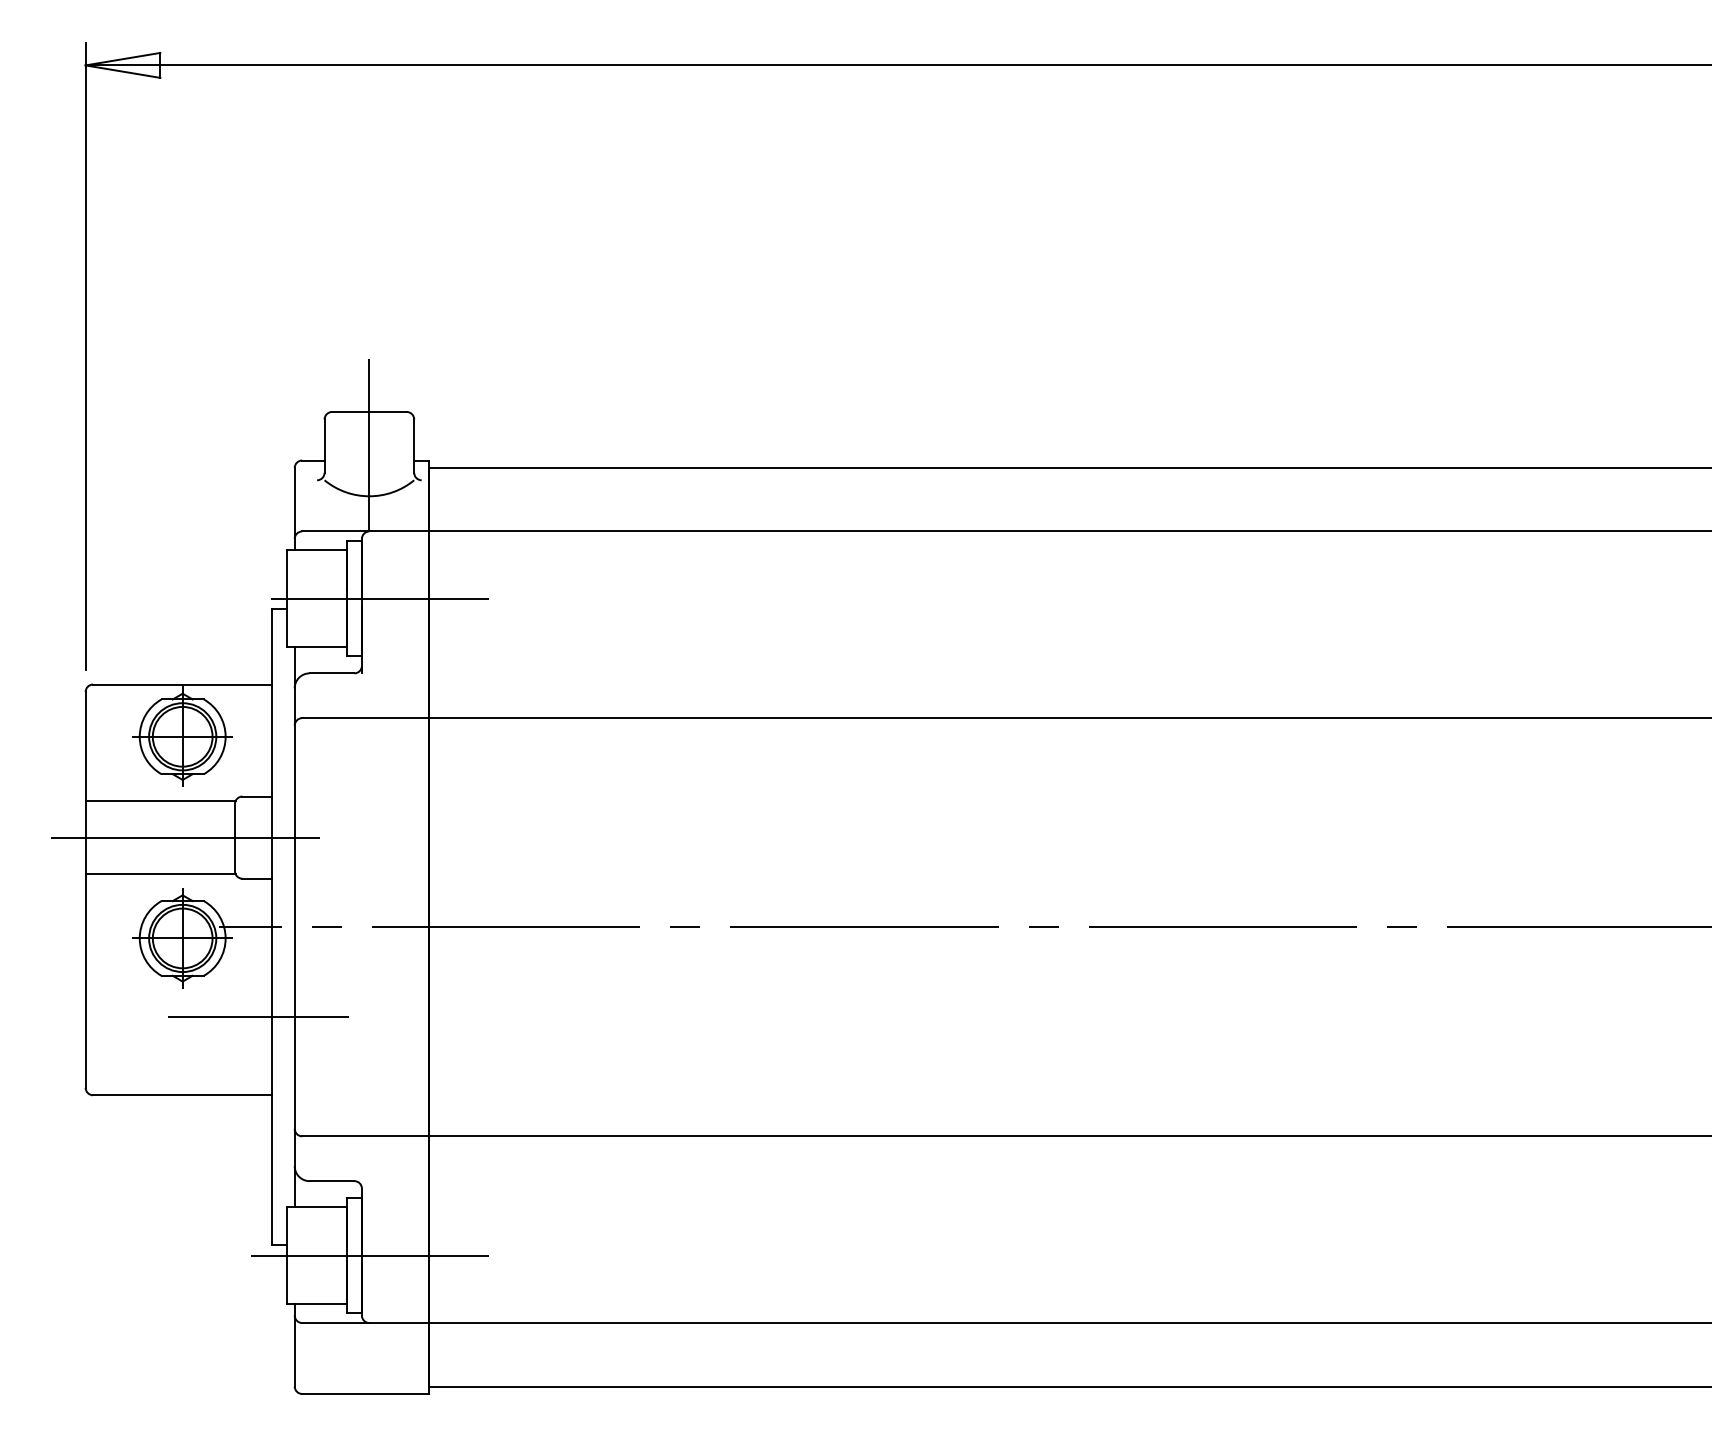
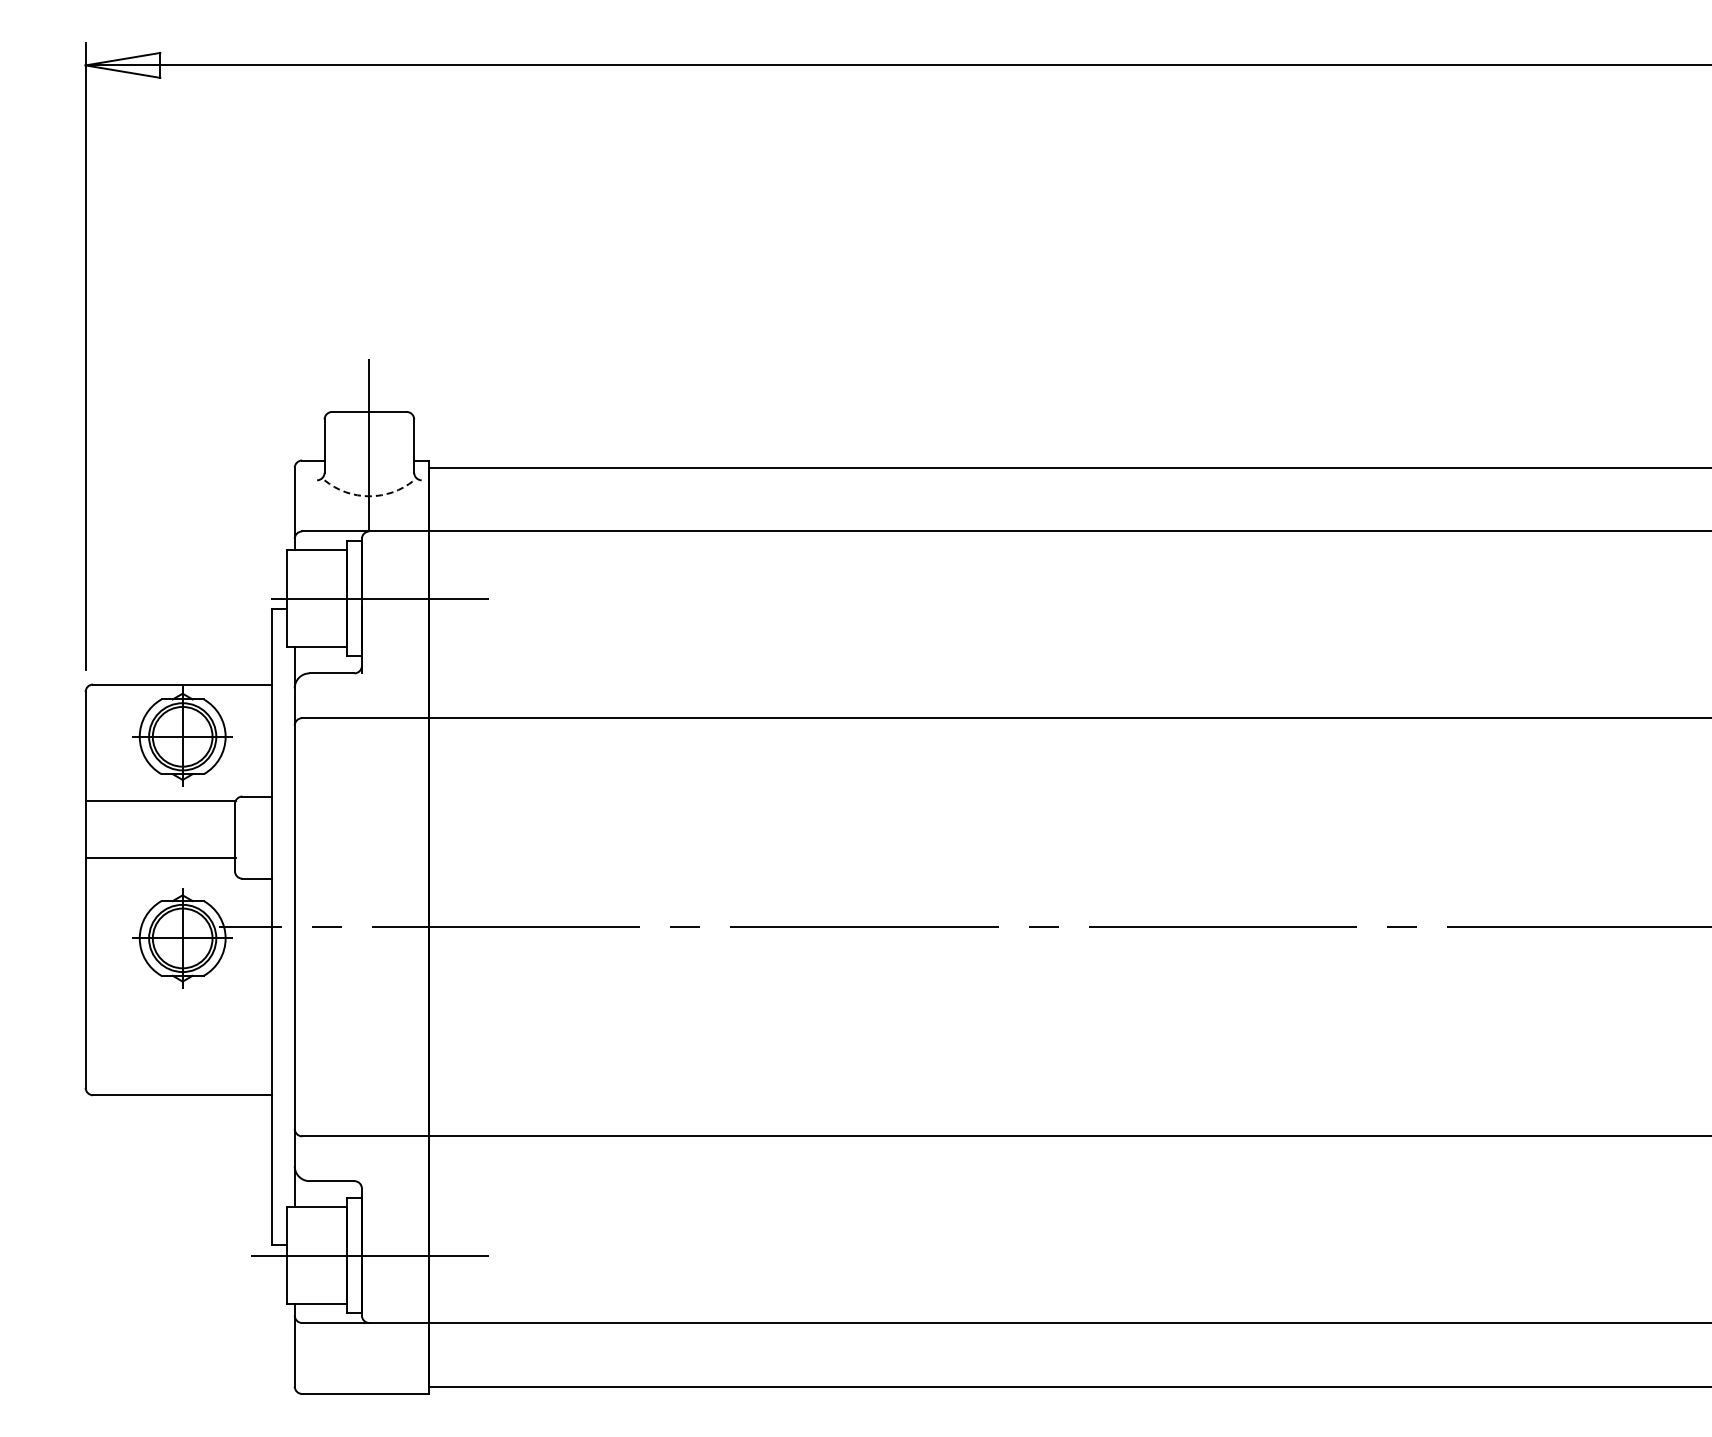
arc at (369, 496): solid -> dashed
line at (194, 837): present -> none
line at (160, 874) position: (160, 874) -> (160, 858)
line at (257, 1016): present -> none
